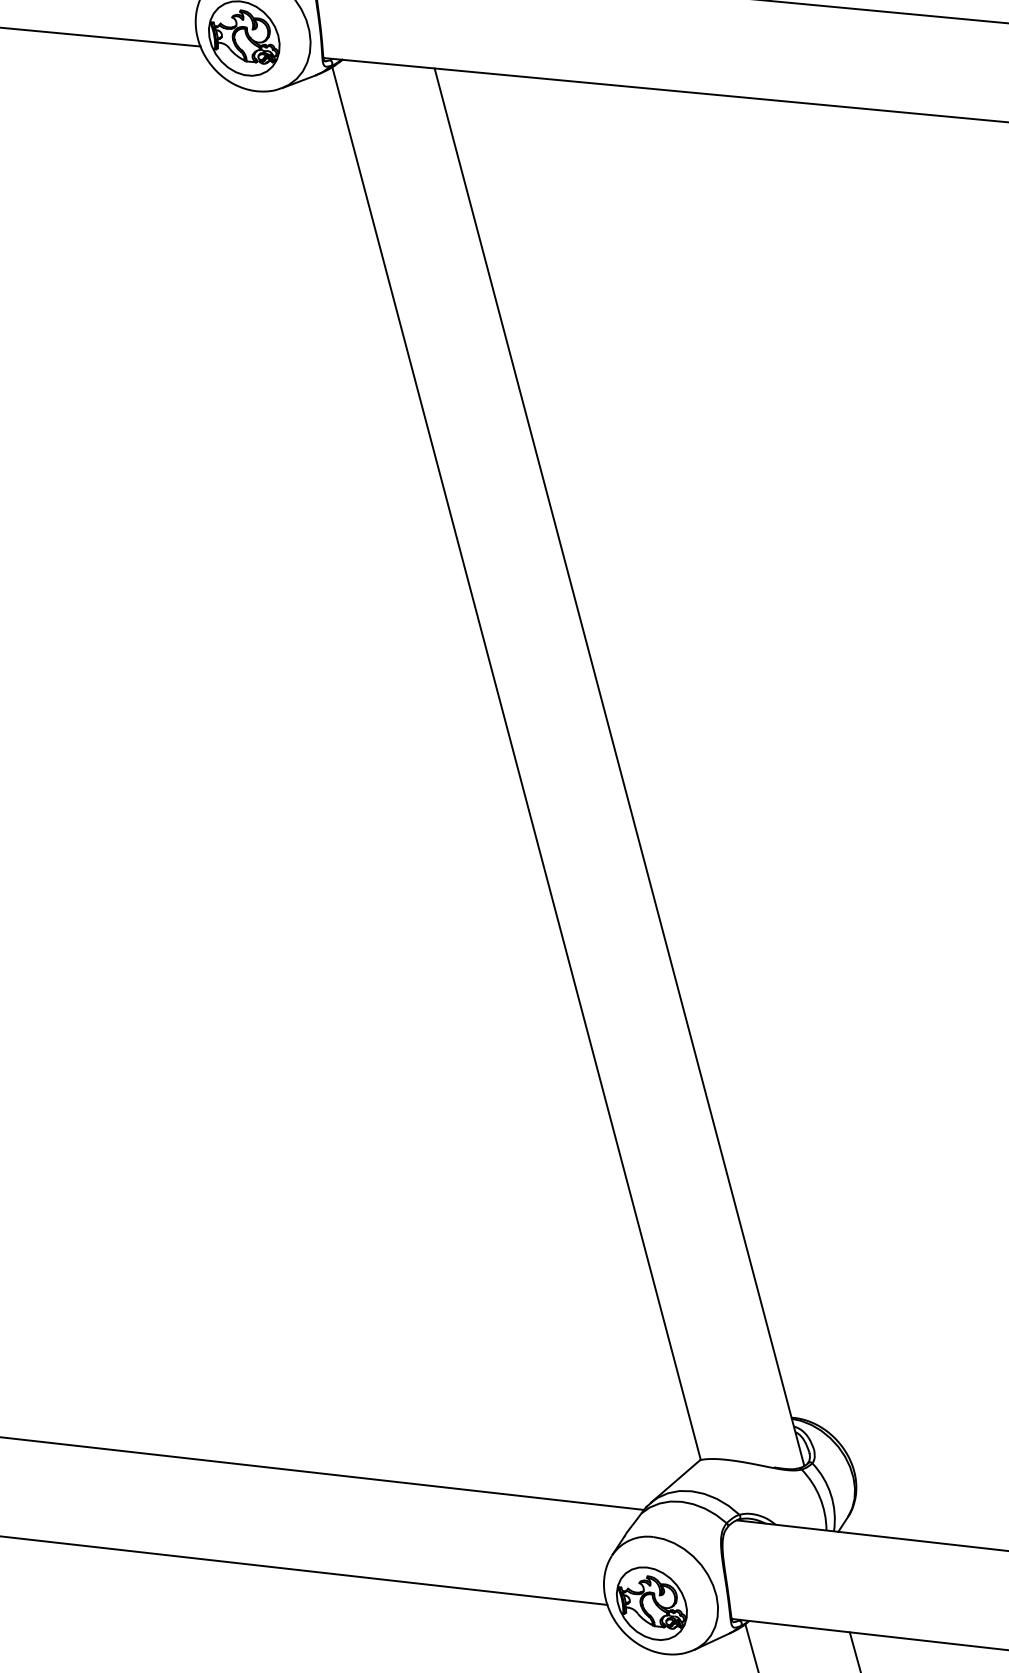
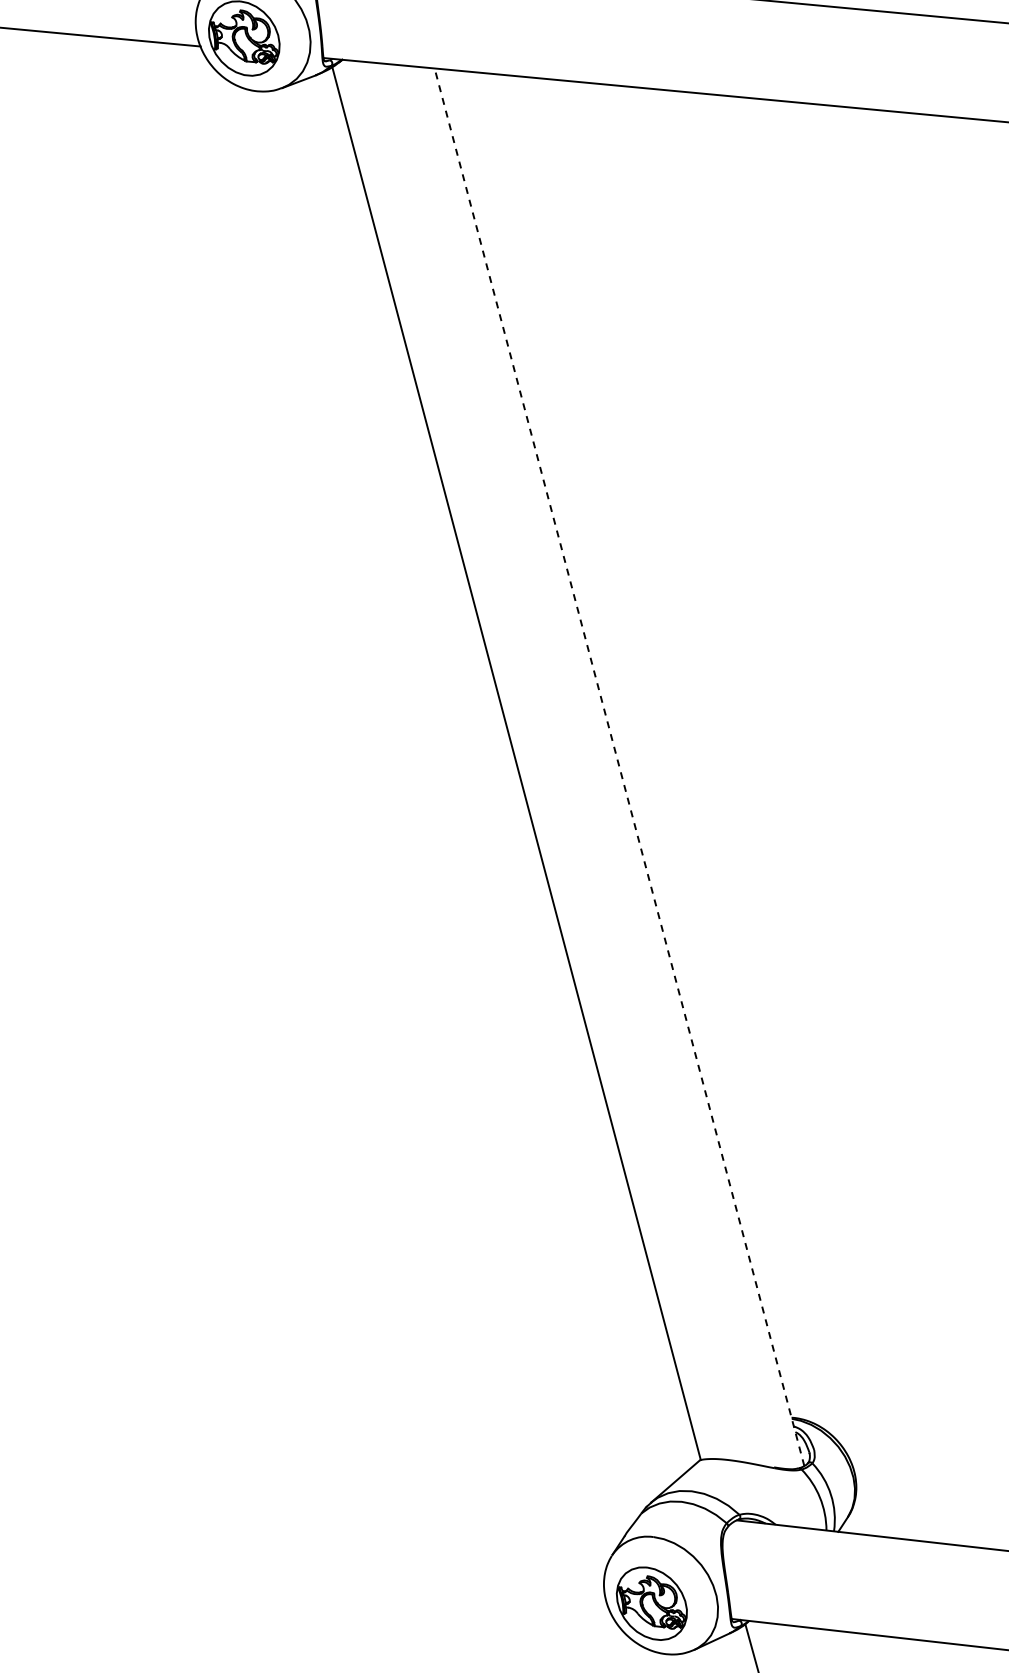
line at (619, 767): solid -> dashed
line at (323, 1473): present -> none
line at (304, 1570): present -> none
line at (854, 1650): present -> none
